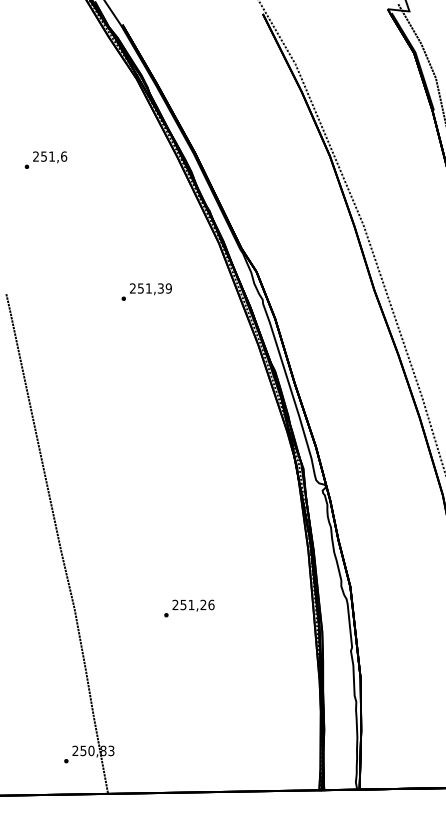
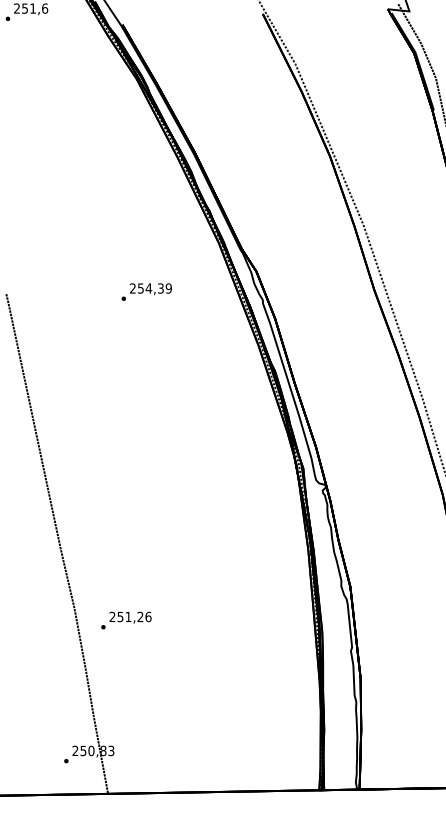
text at (45, 159) position: (45, 159) -> (26, 11)
text at (148, 288): 251,39 -> 254,39
text at (189, 608) position: (189, 608) -> (126, 620)
